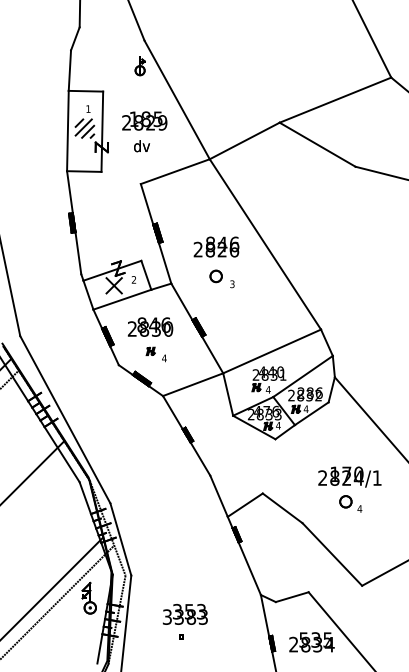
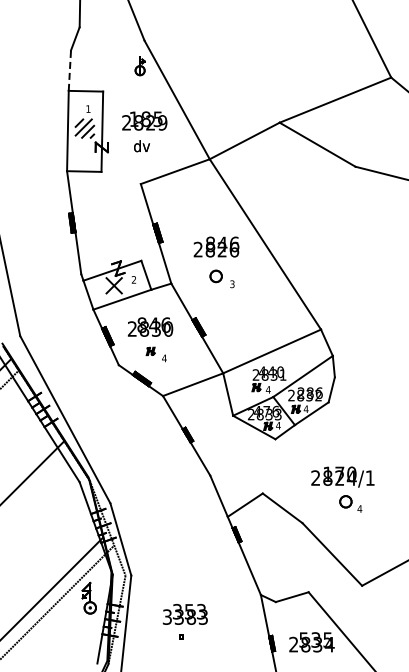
line at (69, 70): solid -> dashed
line at (369, 417): present -> none
text at (349, 476) position: (349, 476) -> (342, 476)
